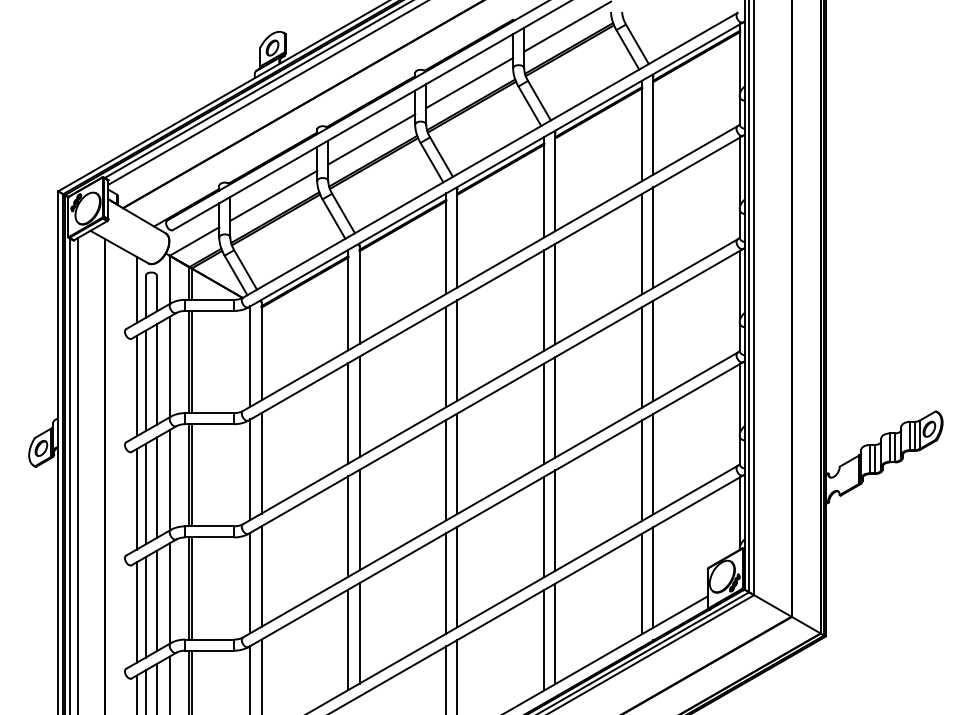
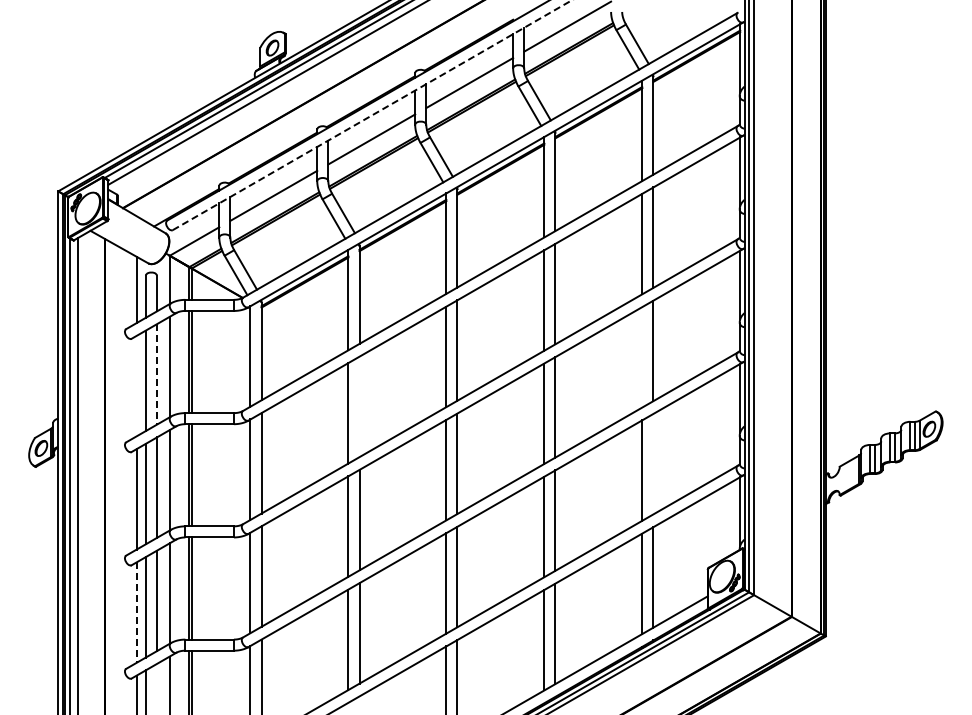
line at (372, 114): solid -> dashed
line at (642, 357): present -> none
line at (156, 374): solid -> dashed
line at (136, 385): present -> none
line at (359, 406): present -> none
line at (653, 463): present -> none
line at (136, 613): solid -> dashed
line at (156, 687): present -> none
